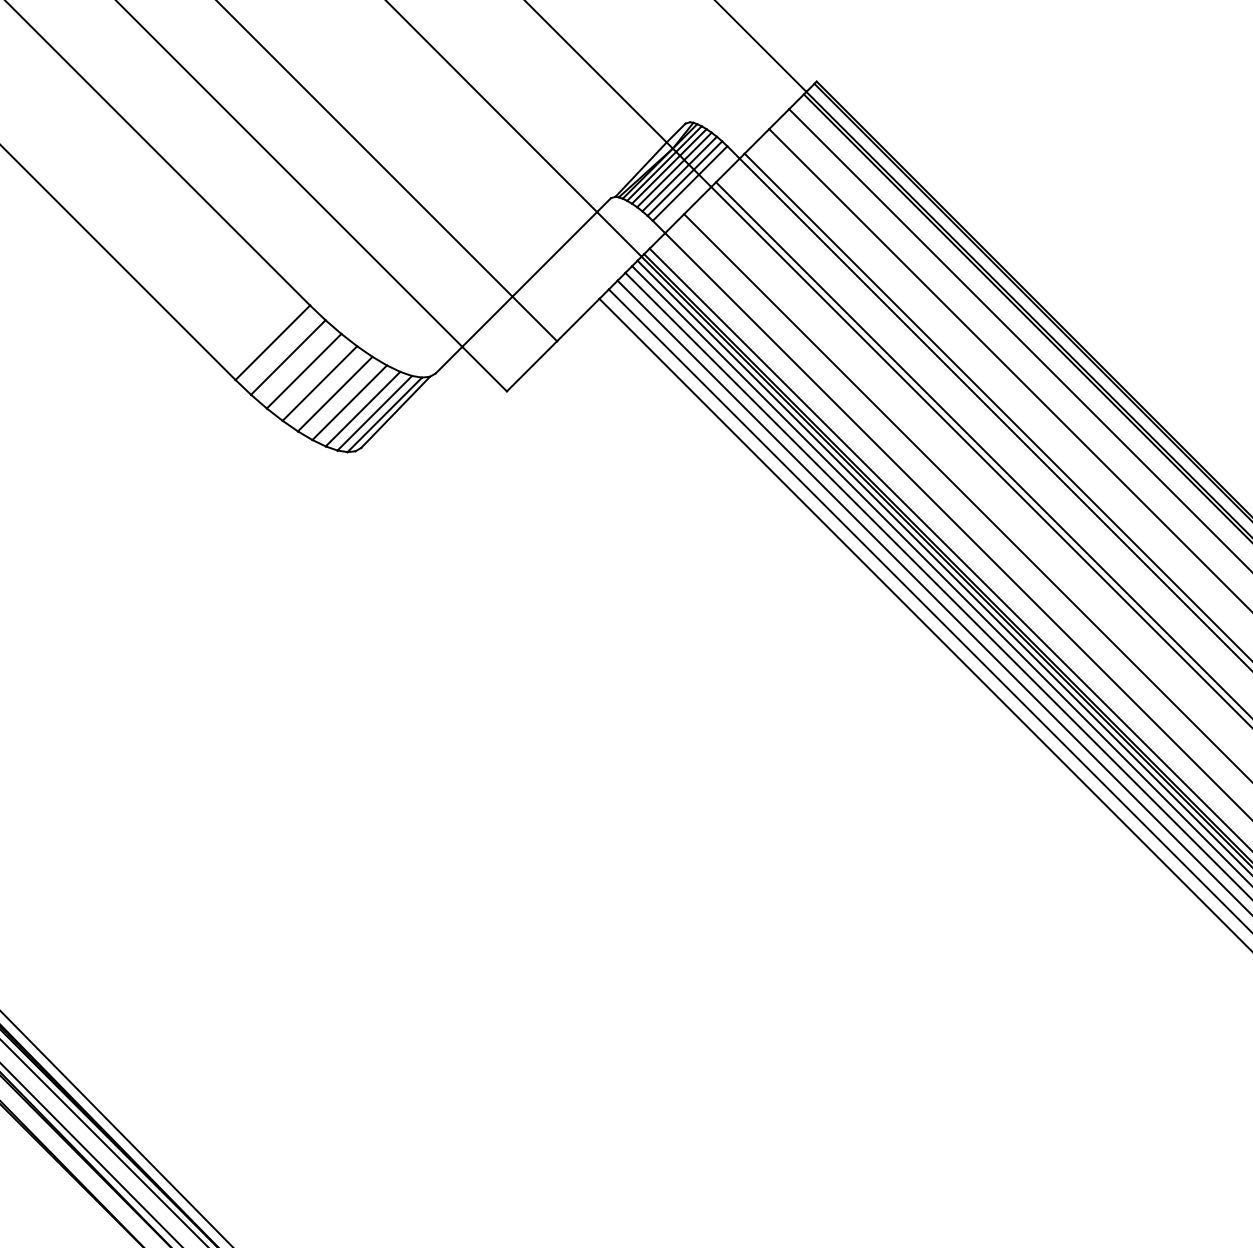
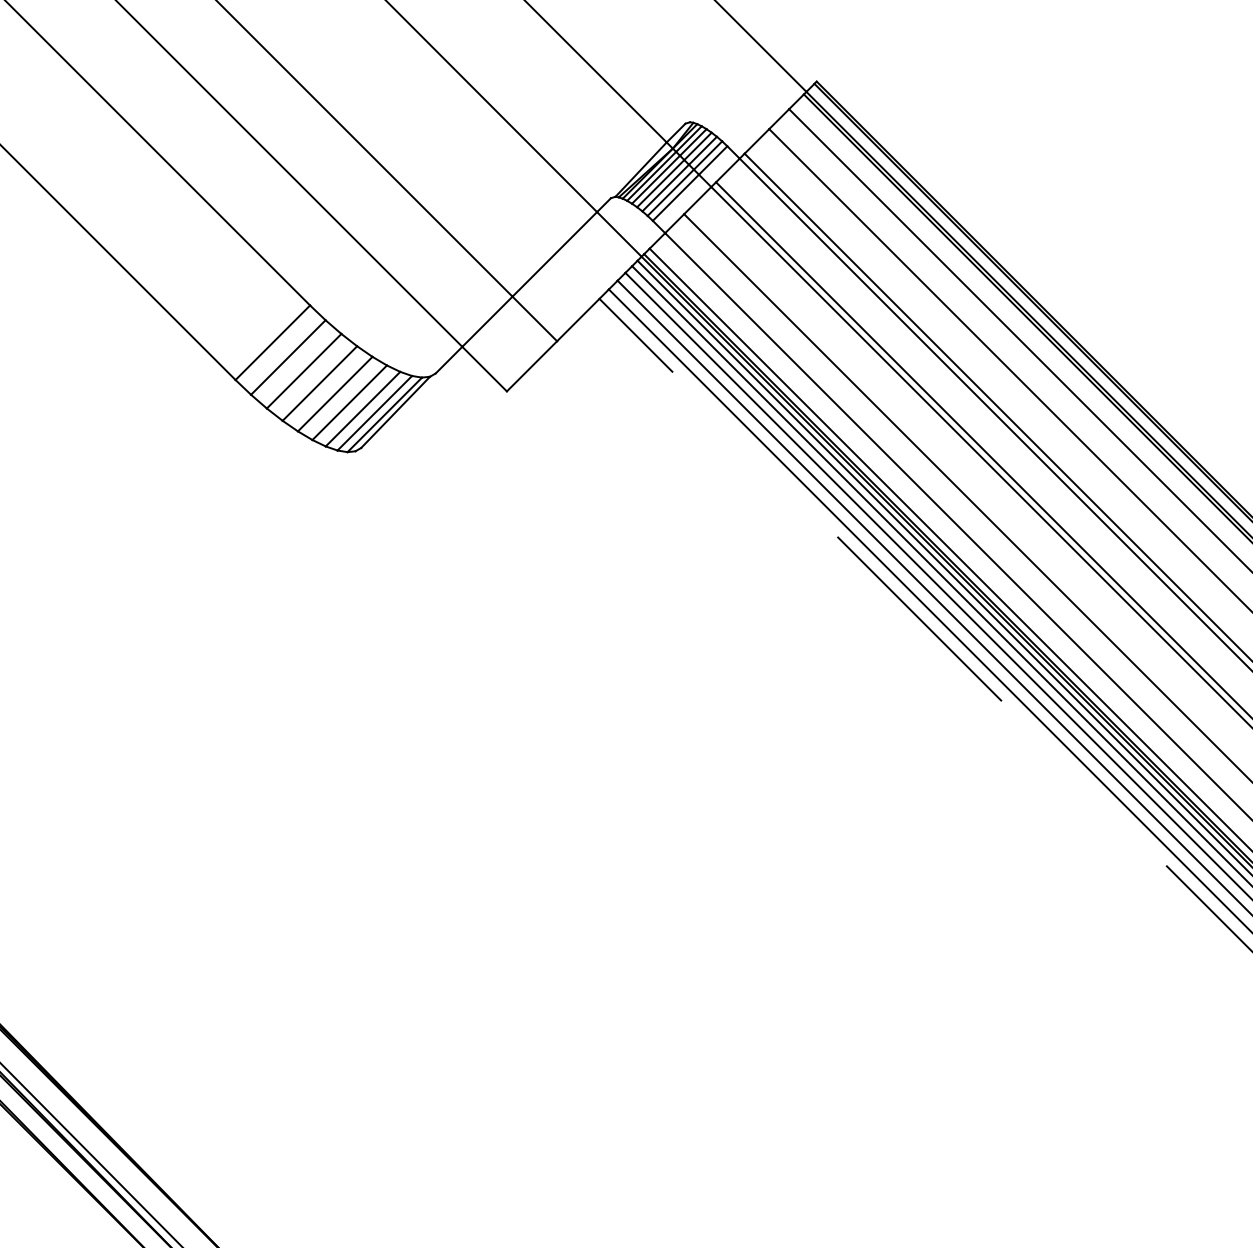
line at (926, 625): solid -> dashed
line at (116, 1128): present -> none
line at (103, 1142): present -> none
